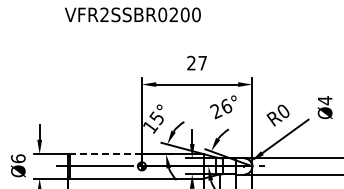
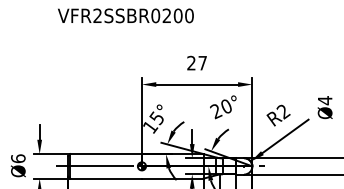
text at (132, 14) position: (132, 14) -> (125, 15)
text at (226, 105): 26° -> 20°
text at (283, 112): R0 -> R2
line at (106, 154): dashed -> solid
